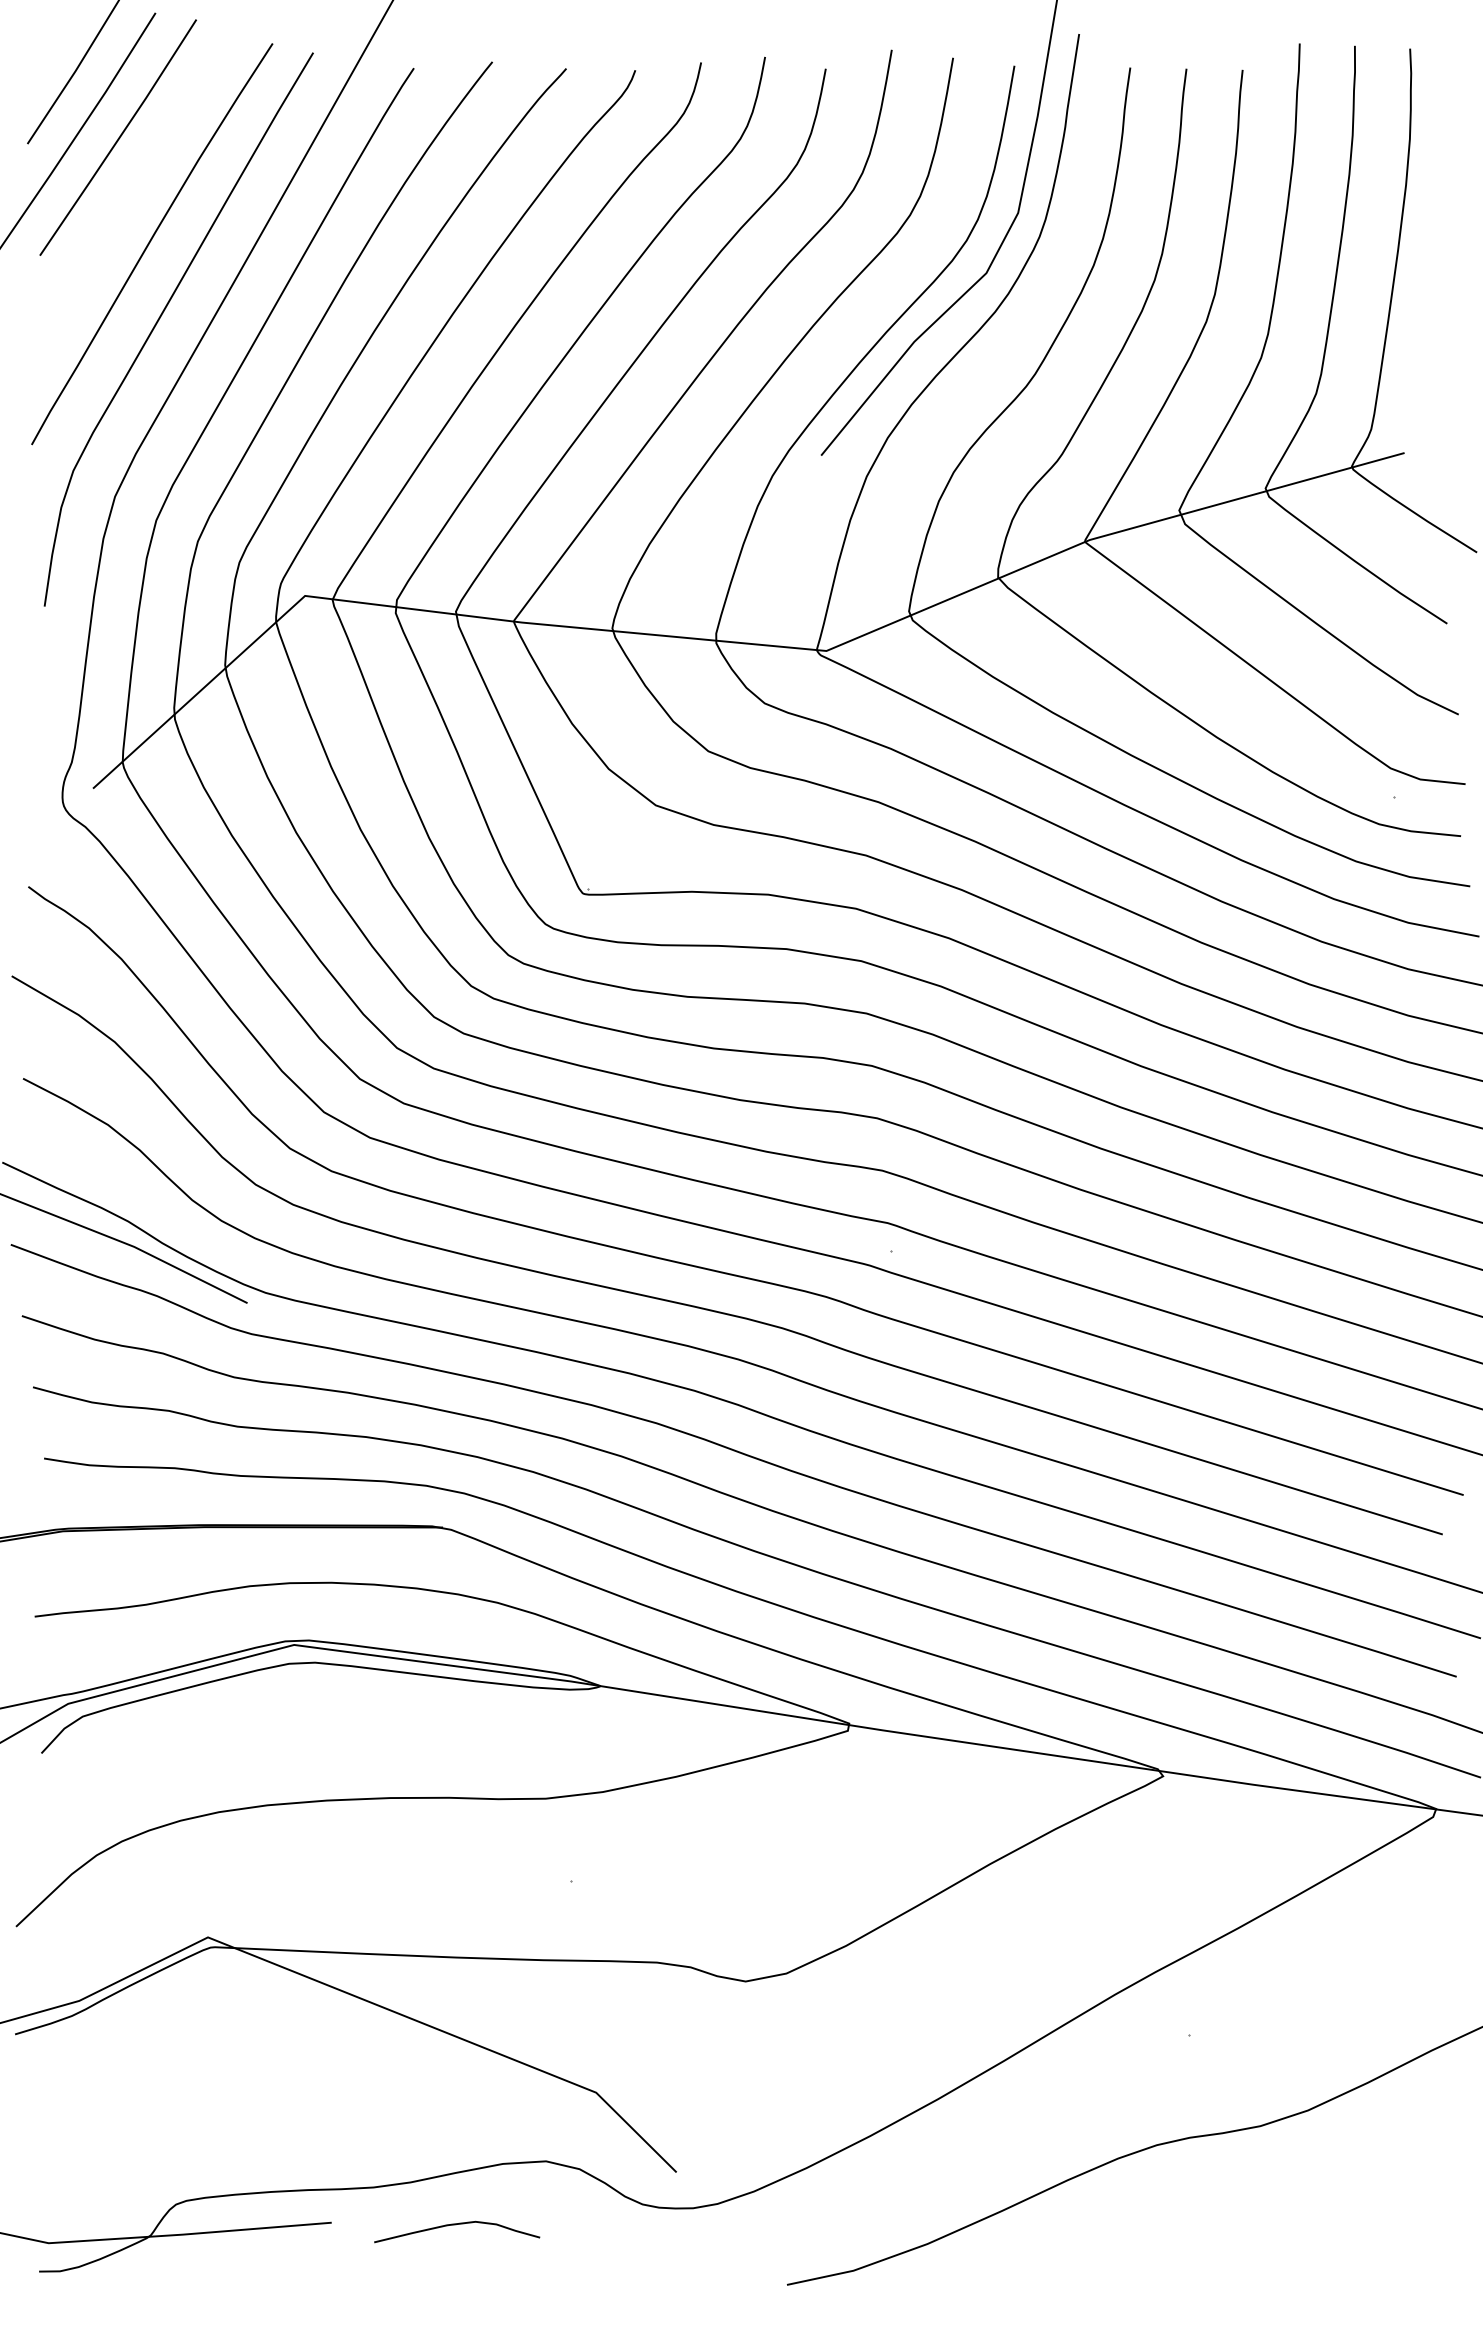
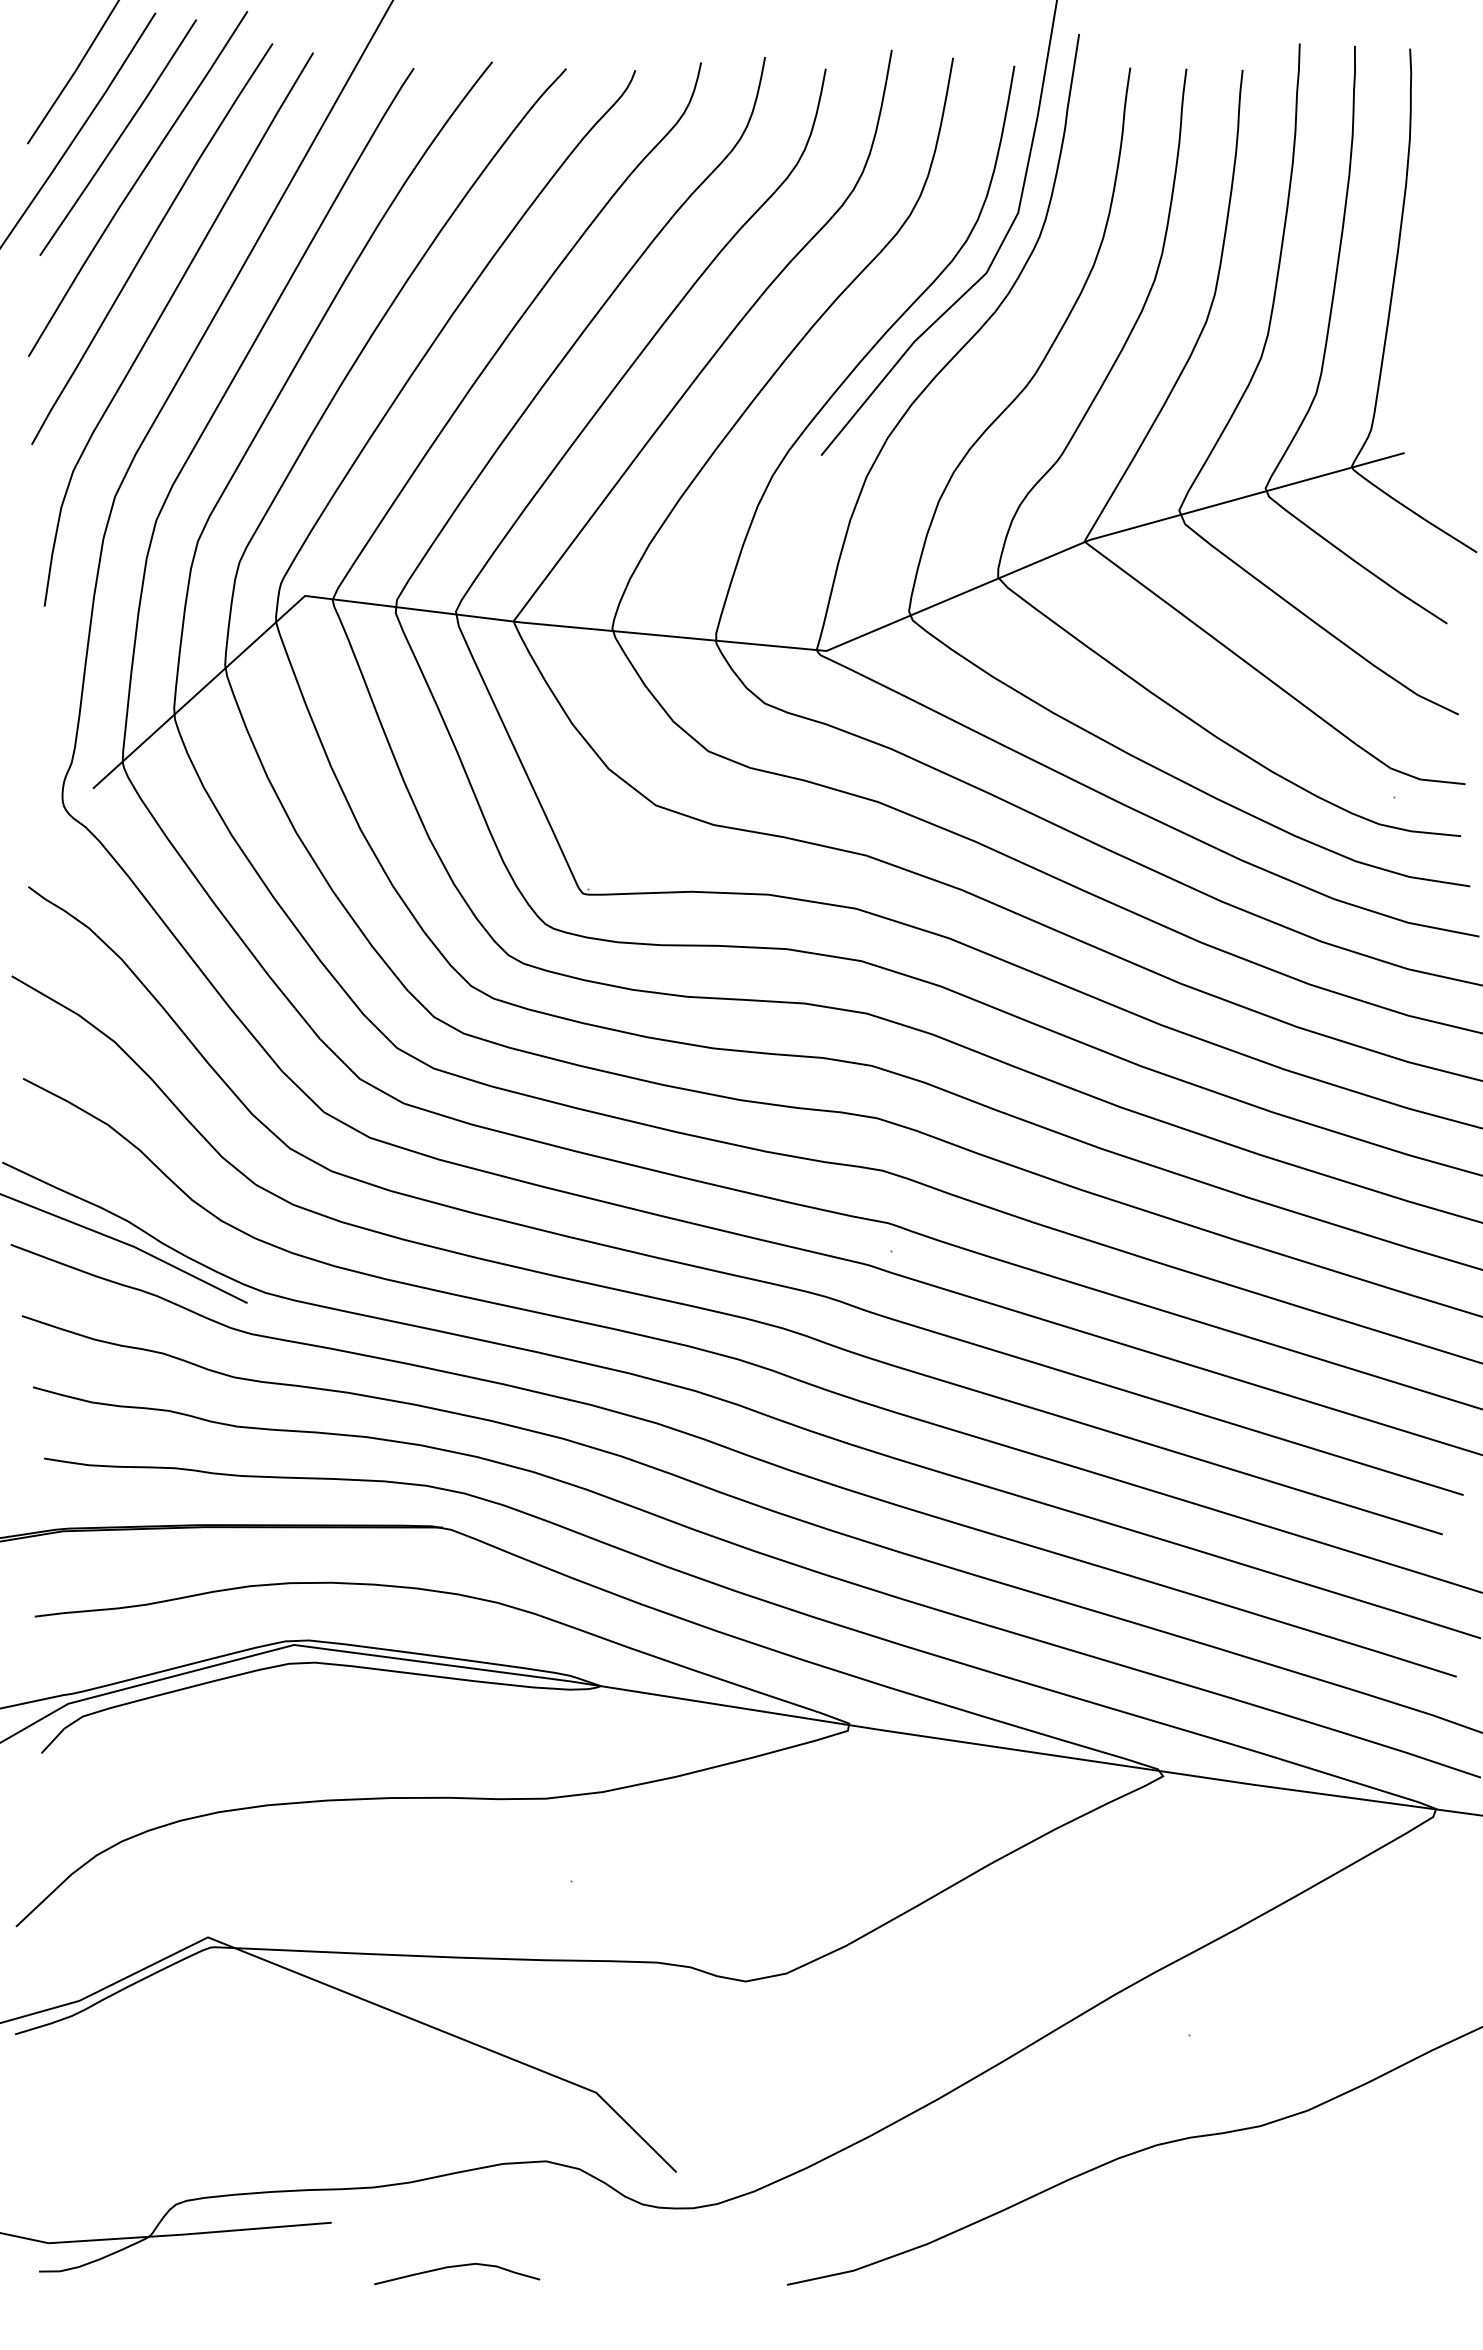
curve at (136, 183): none -> present
curve at (456, 2225) position: (456, 2225) -> (456, 2267)
